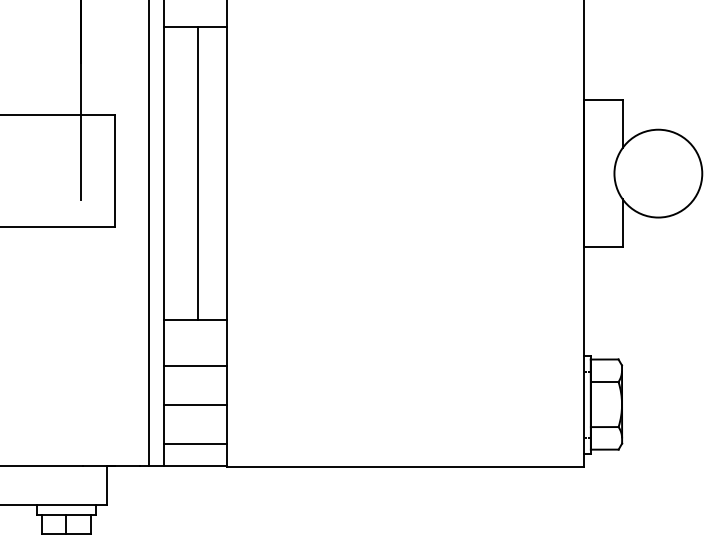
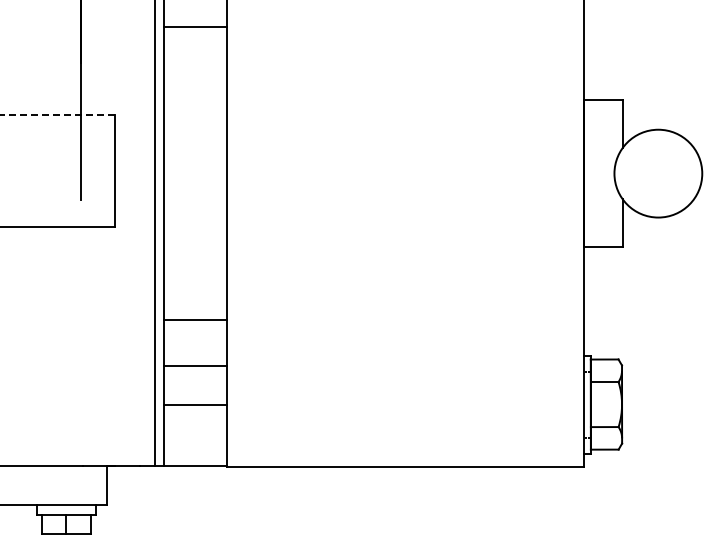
line at (58, 114): solid -> dashed
line at (198, 172): present -> none
line at (149, 234) position: (149, 234) -> (155, 234)
line at (195, 444): present -> none
